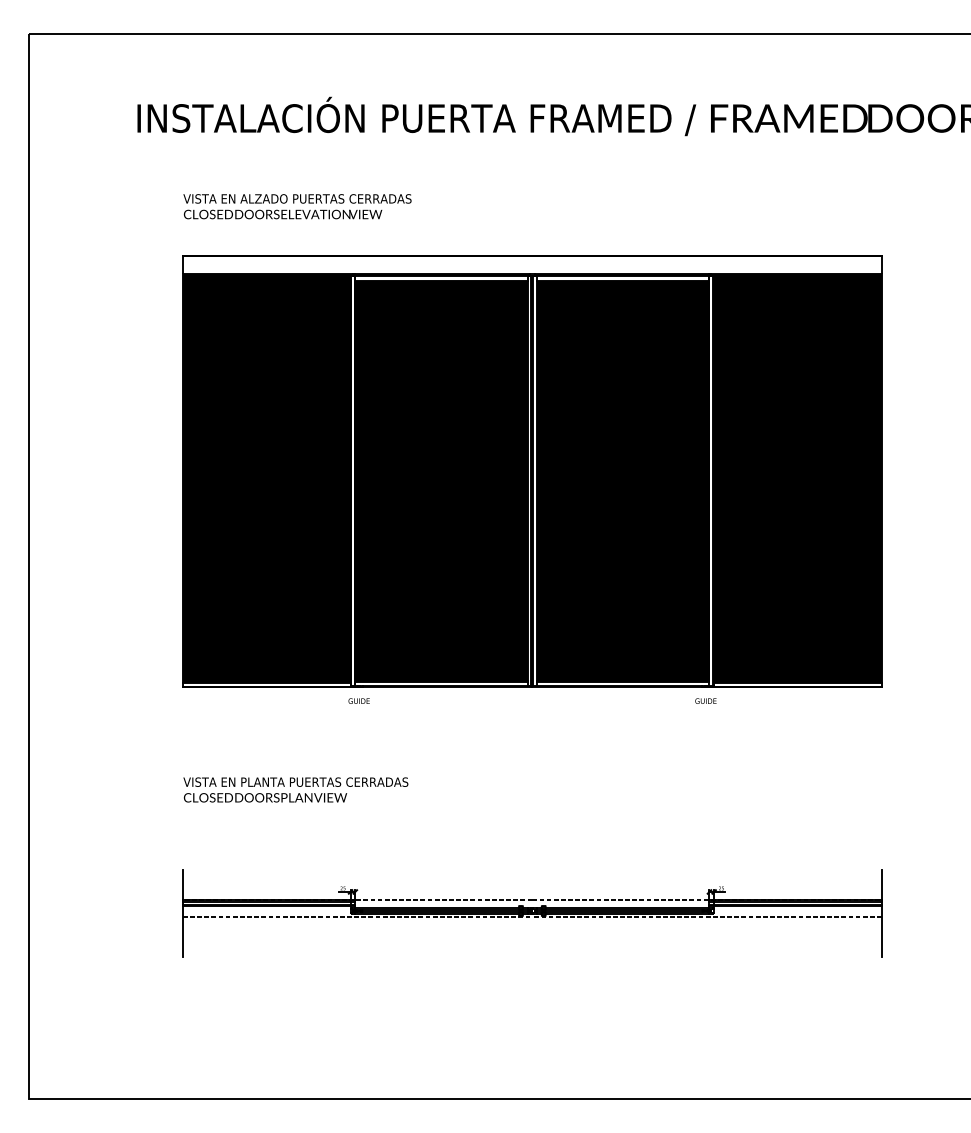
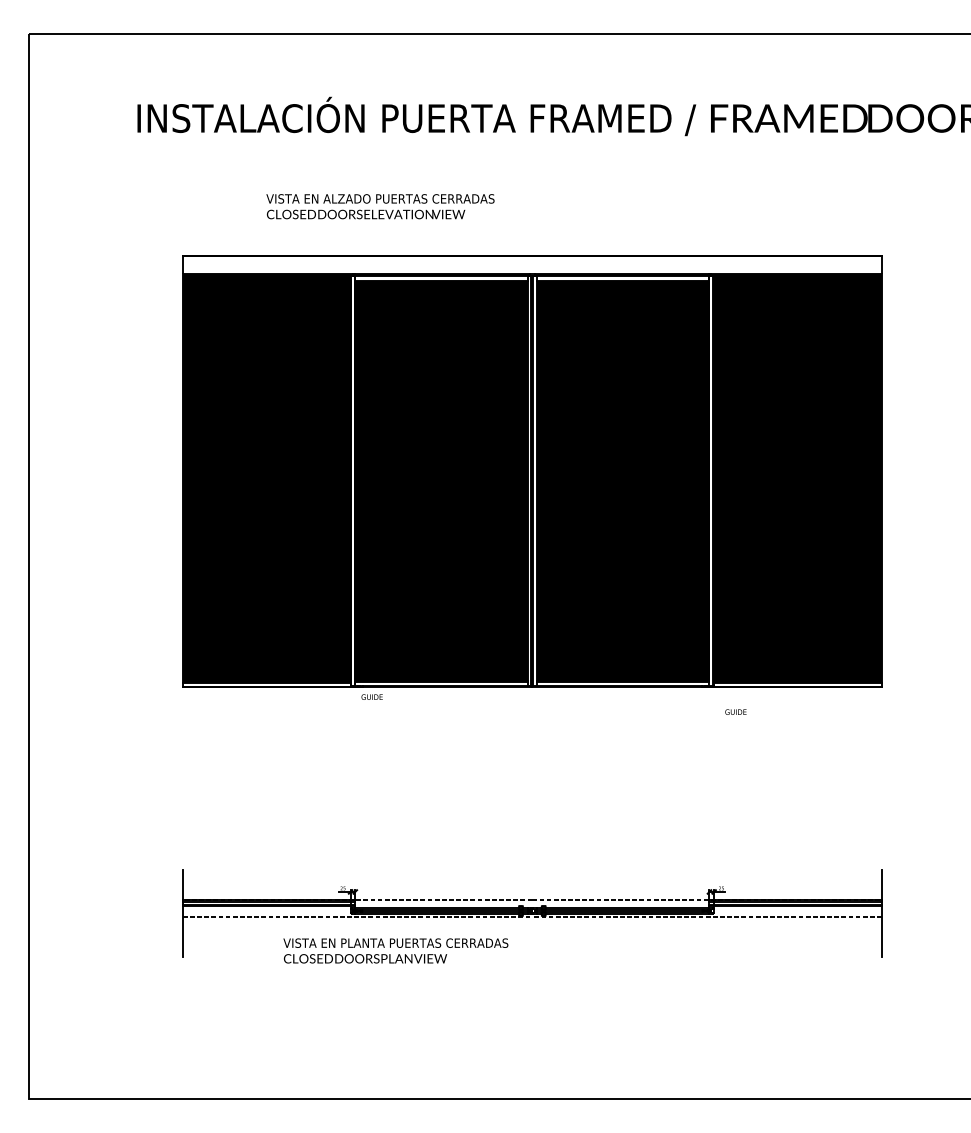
text at (297, 206) position: (297, 206) -> (380, 206)
text at (358, 700) position: (358, 700) -> (371, 696)
text at (705, 700) position: (705, 700) -> (735, 711)
text at (295, 789) position: (295, 789) -> (395, 950)
